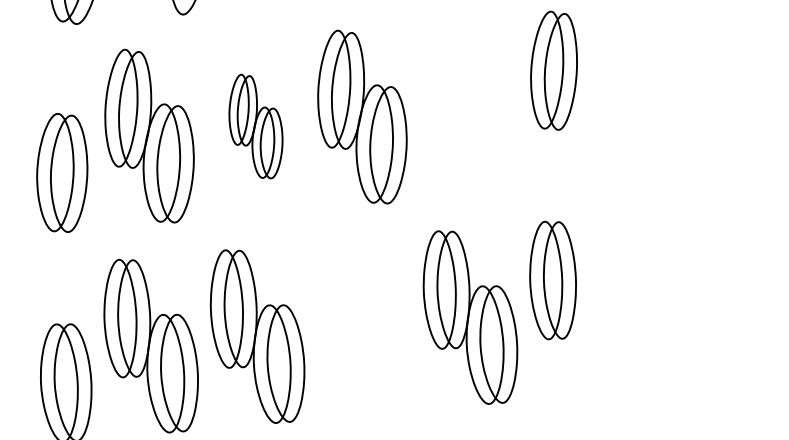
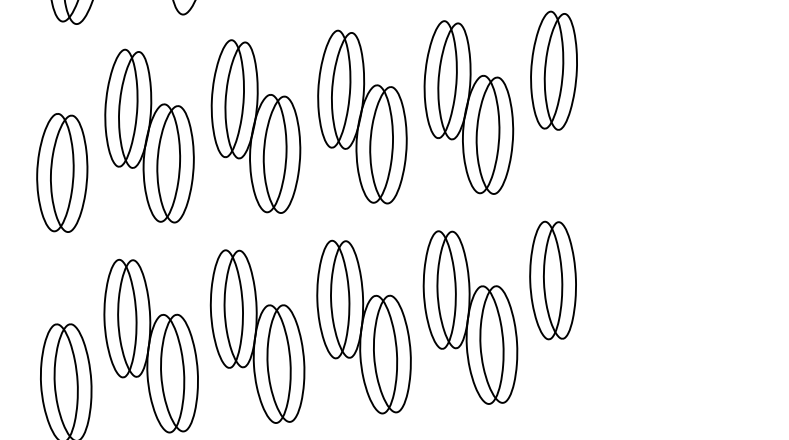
part at (468, 107): none -> present
part at (255, 126) size: 56x107 px -> 92x175 px
part at (363, 326): none -> present
